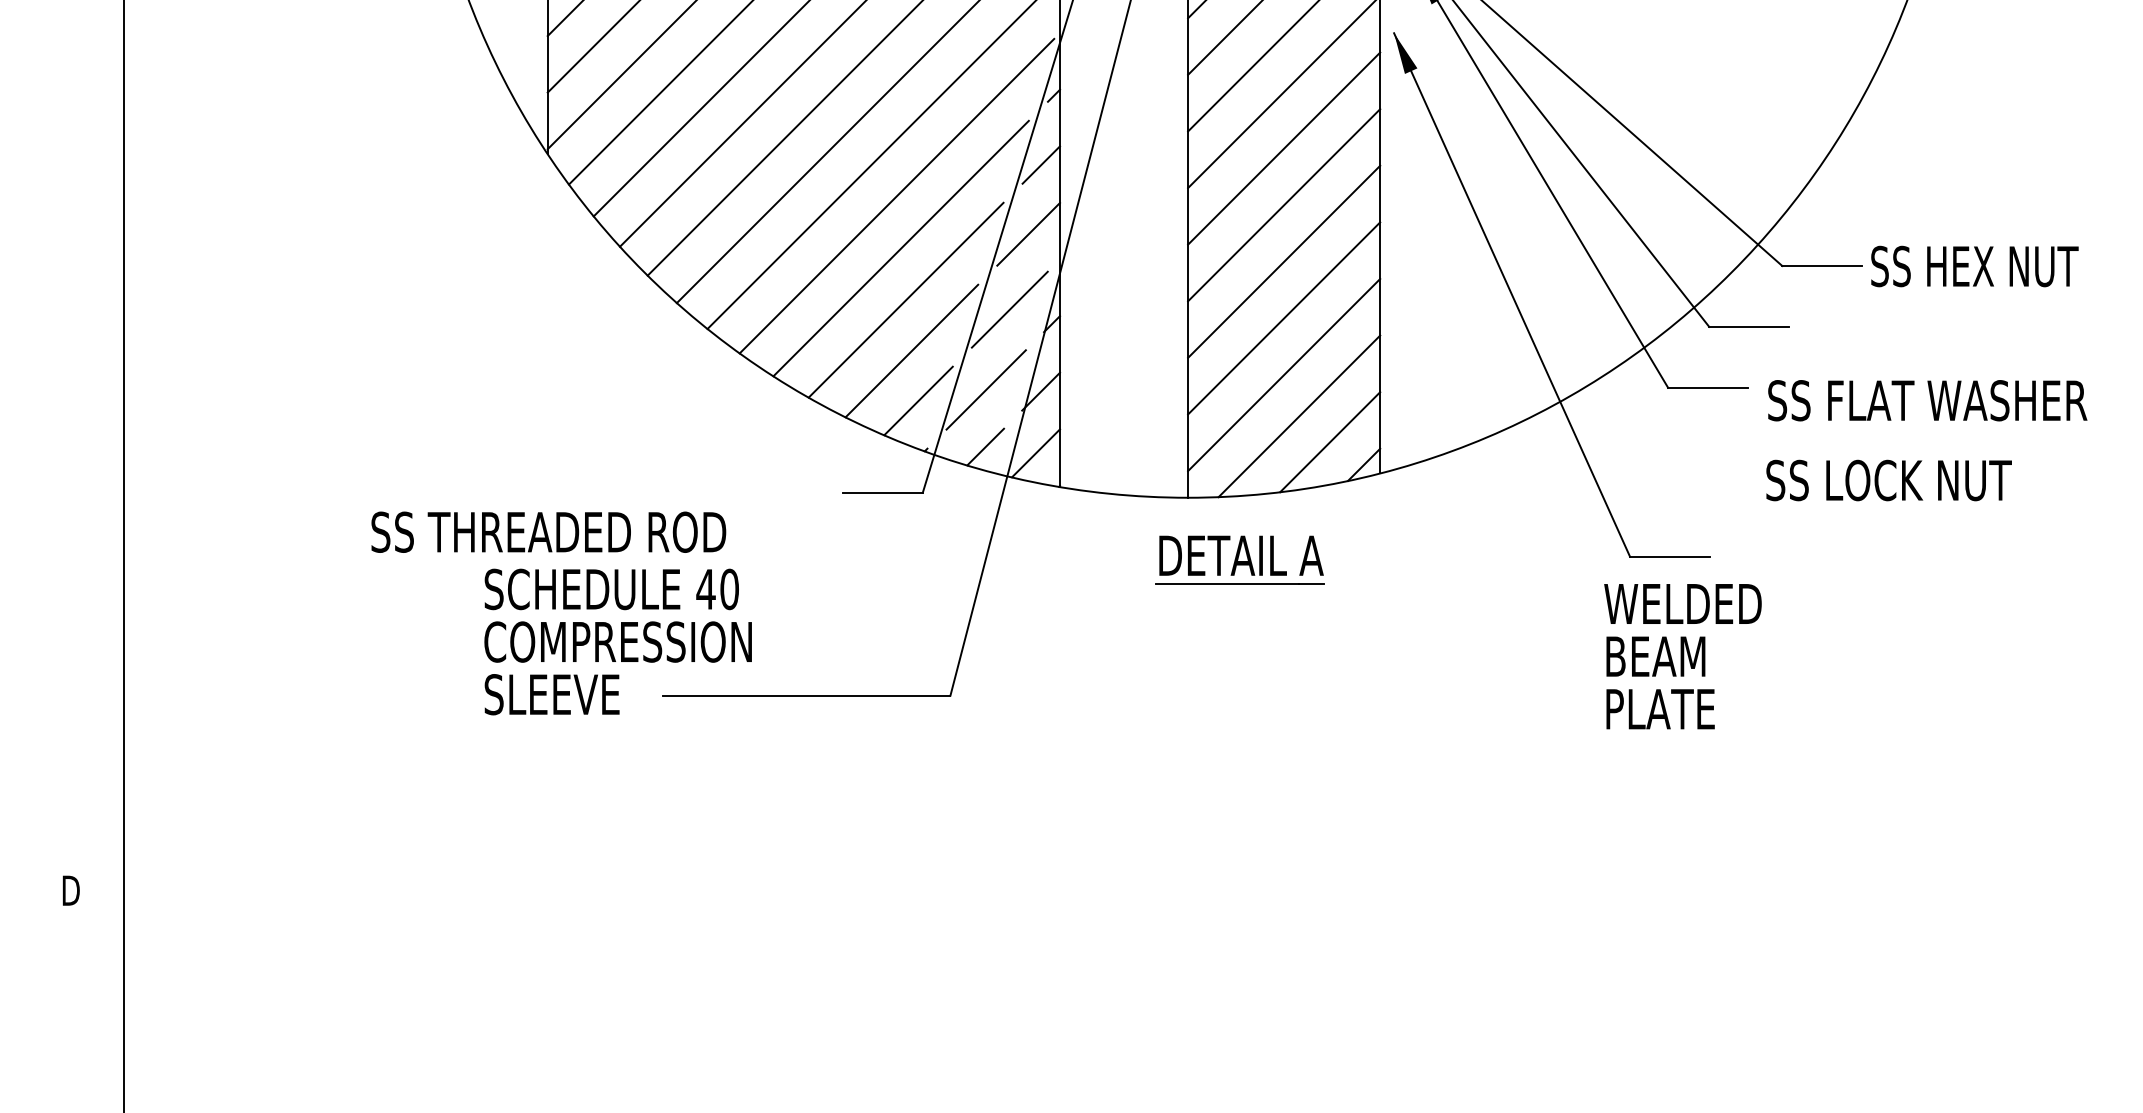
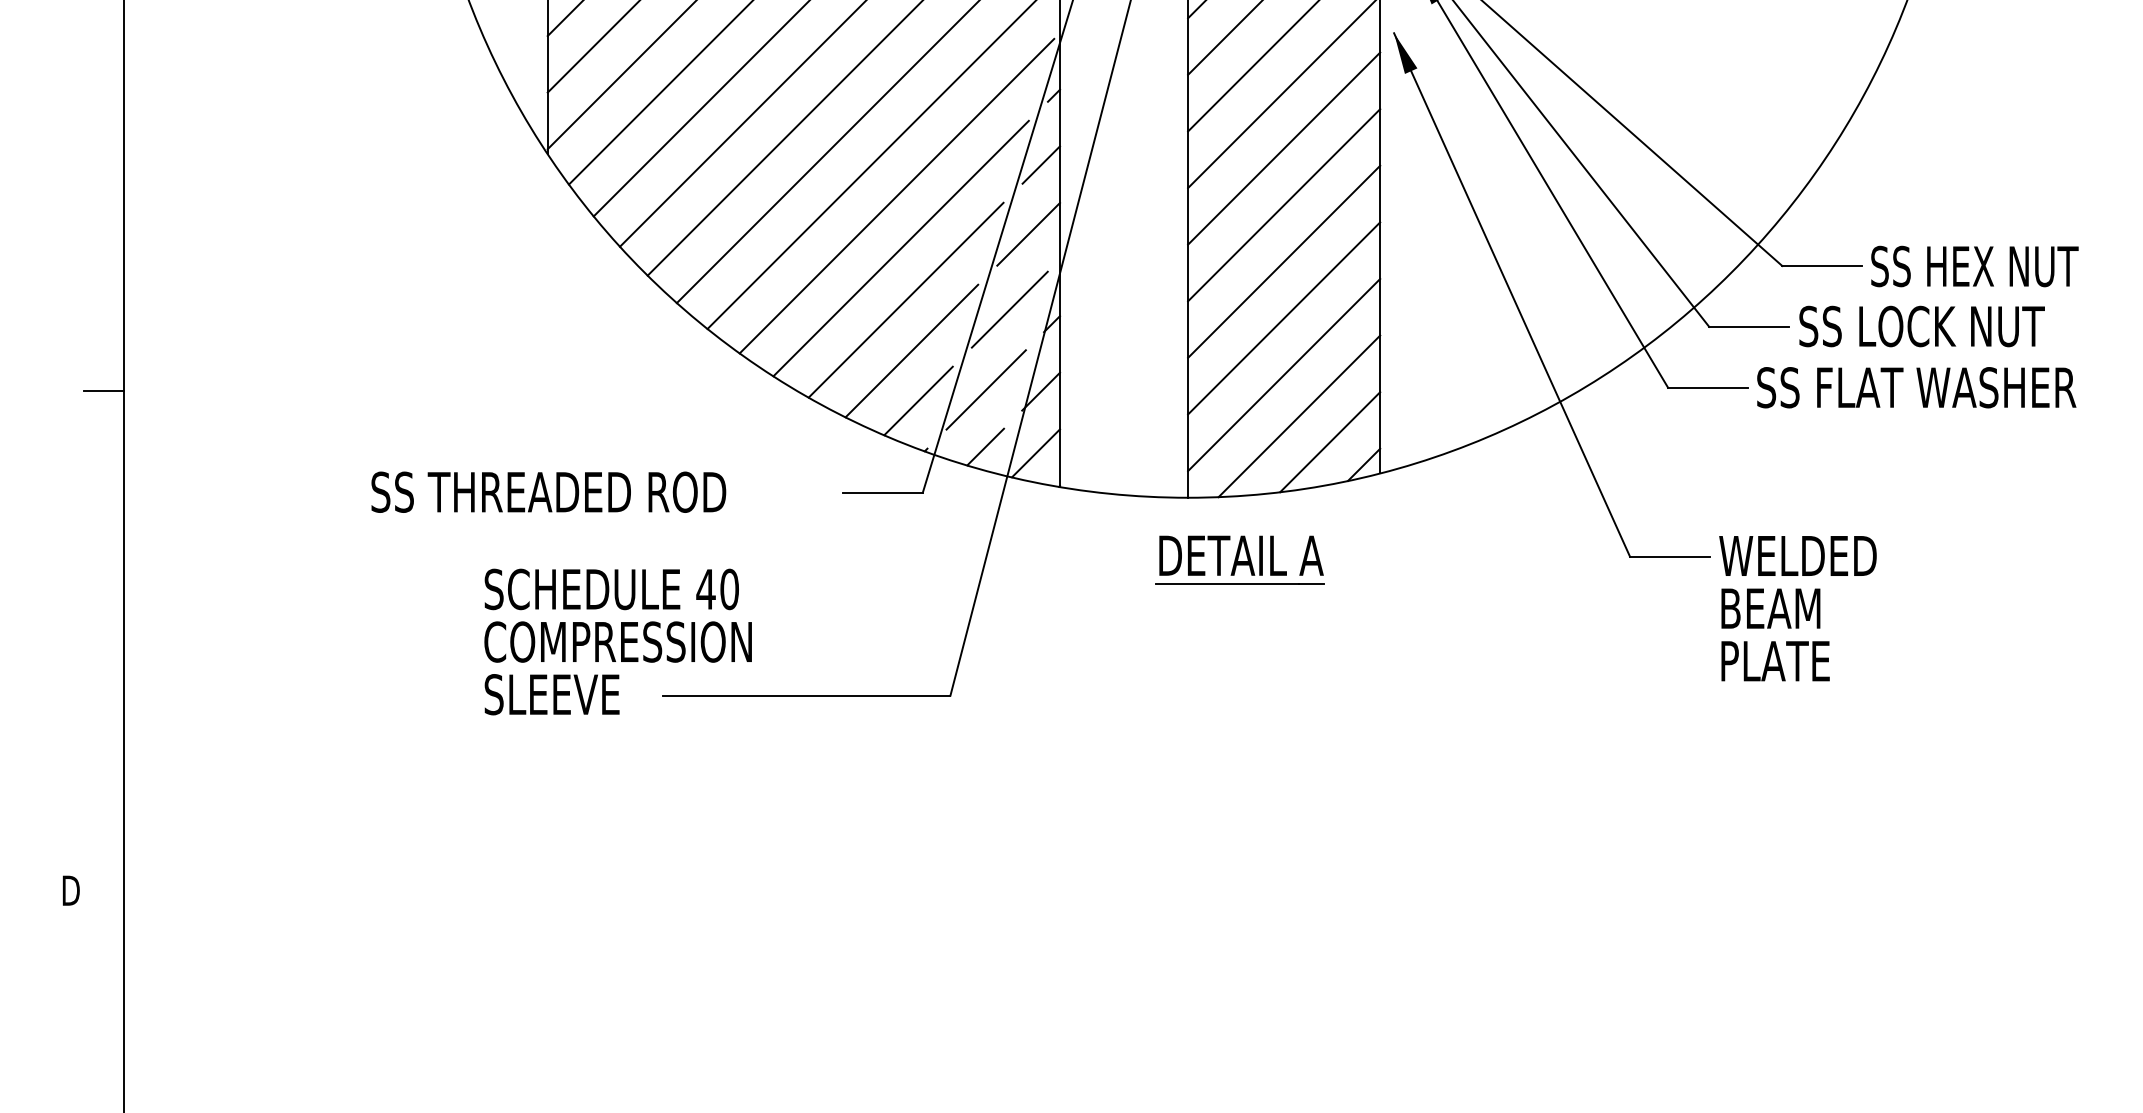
line at (103, 390): none -> present
text at (1927, 400) position: (1927, 400) -> (1916, 387)
text at (1888, 480) position: (1888, 480) -> (1921, 326)
text at (548, 531) position: (548, 531) -> (548, 491)
text at (1682, 656) position: (1682, 656) -> (1797, 608)
